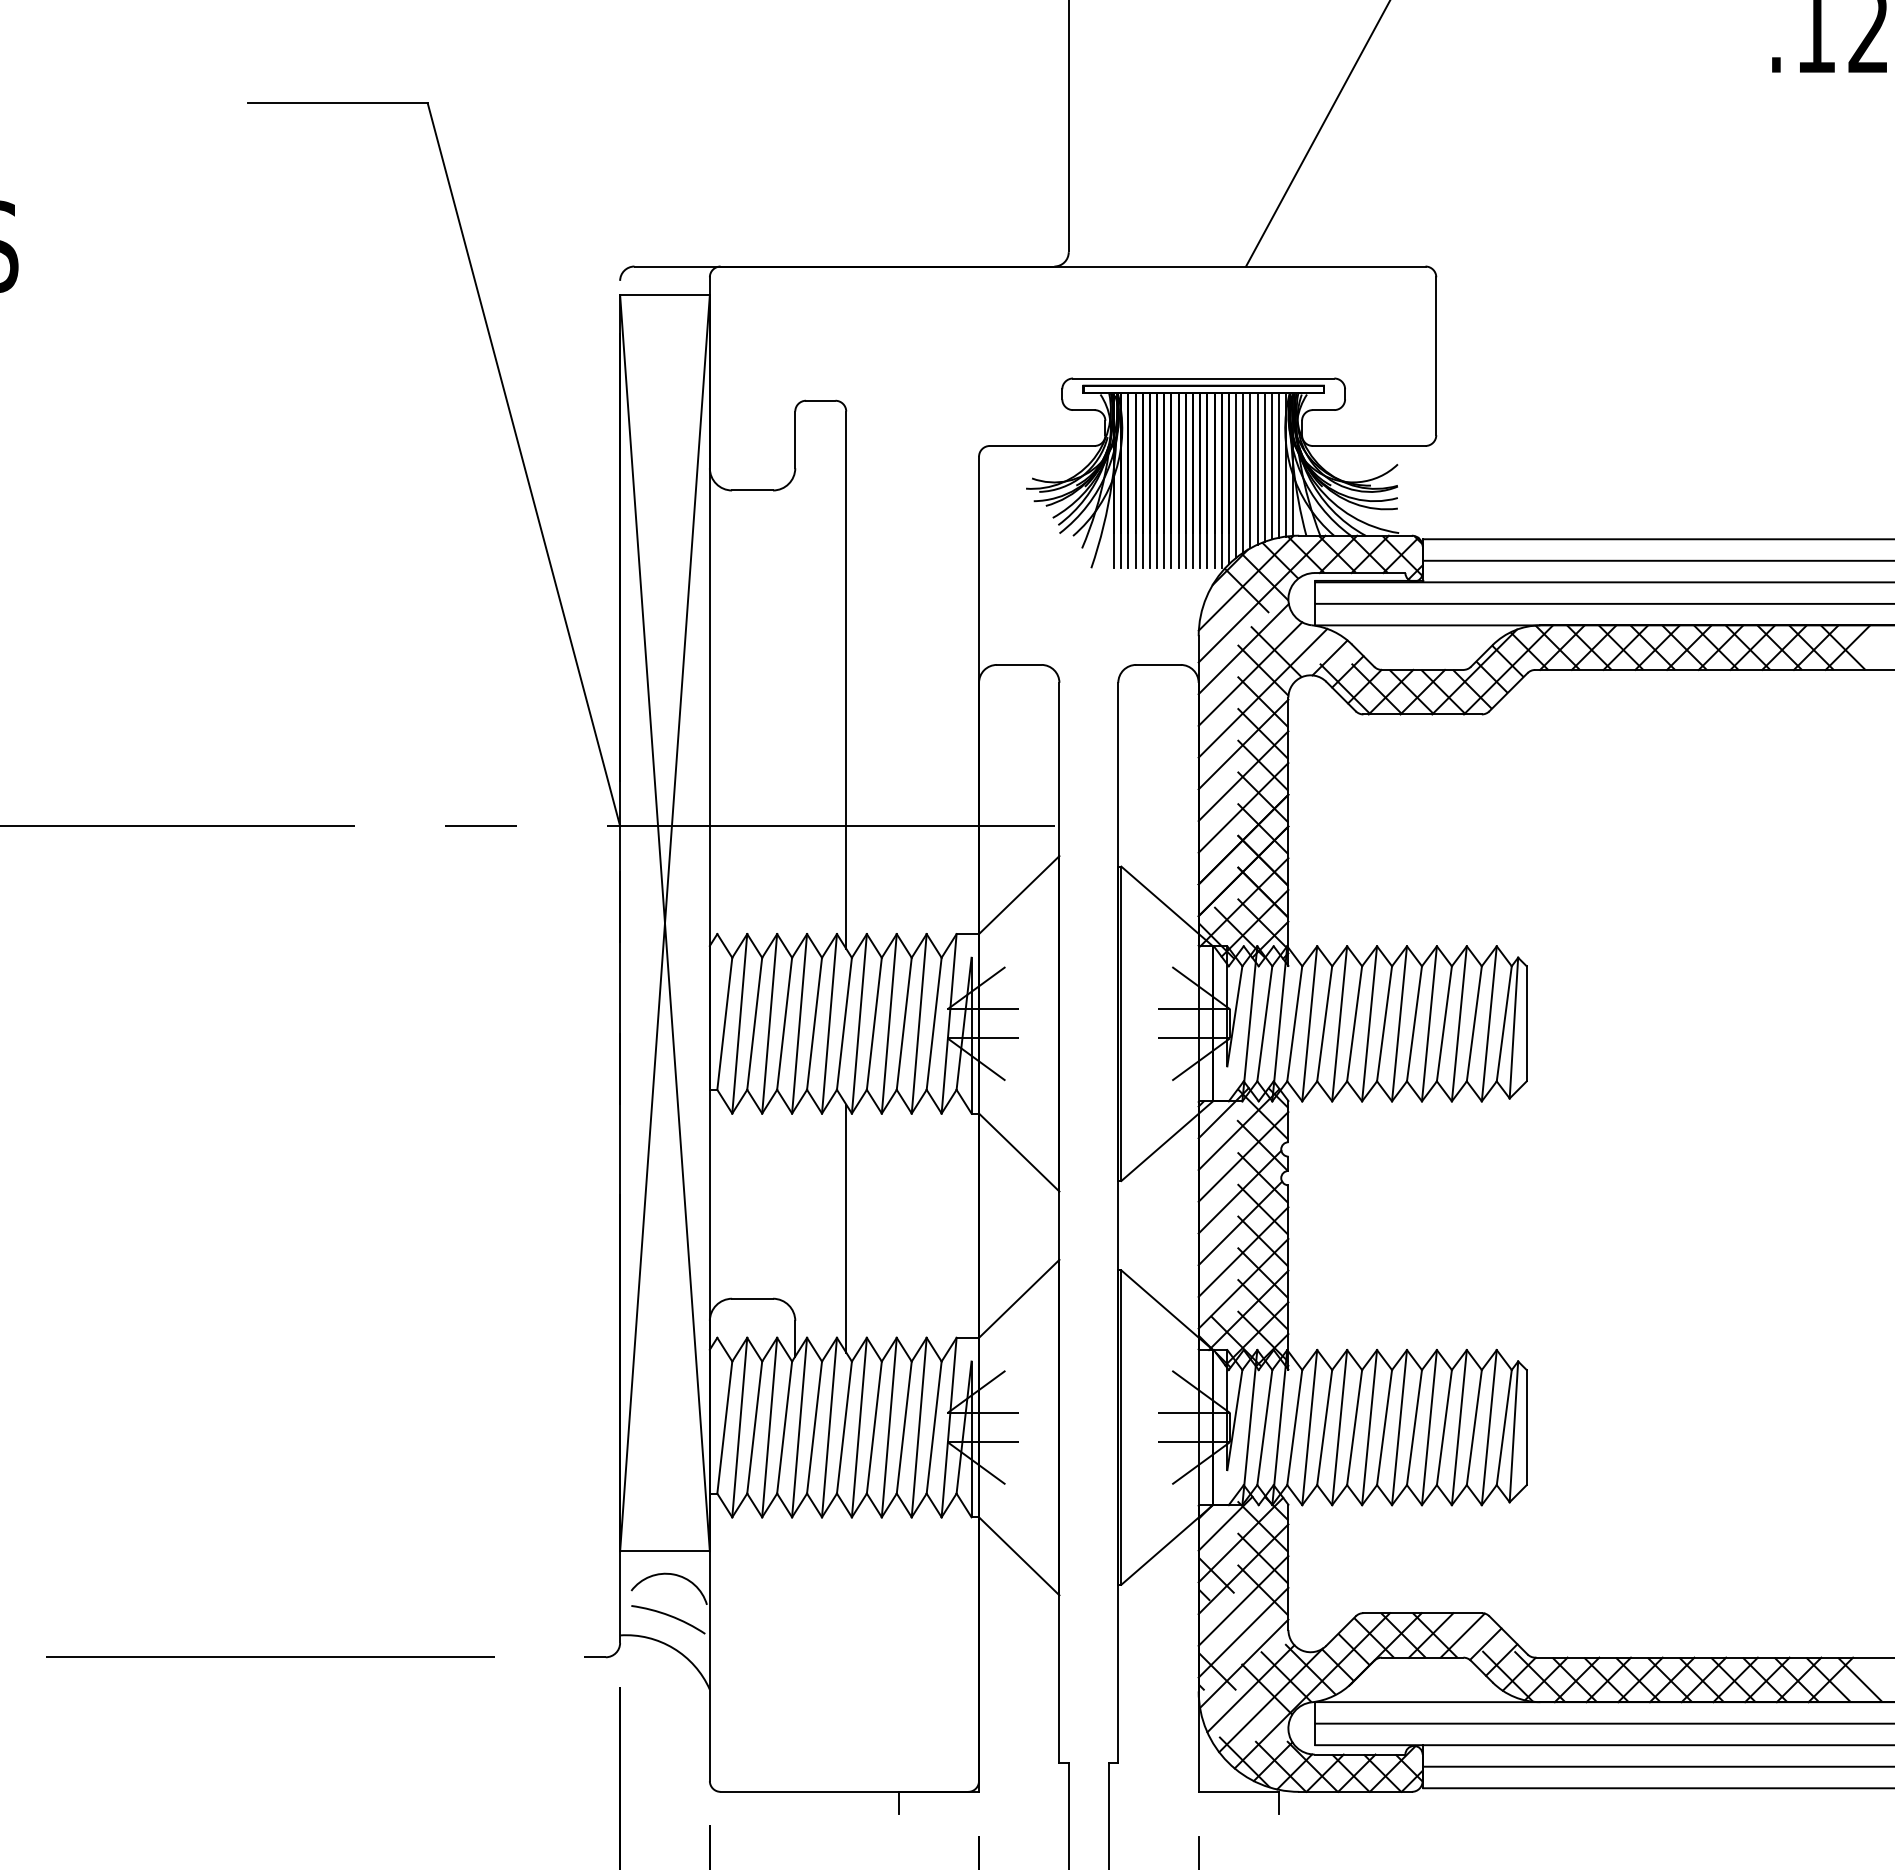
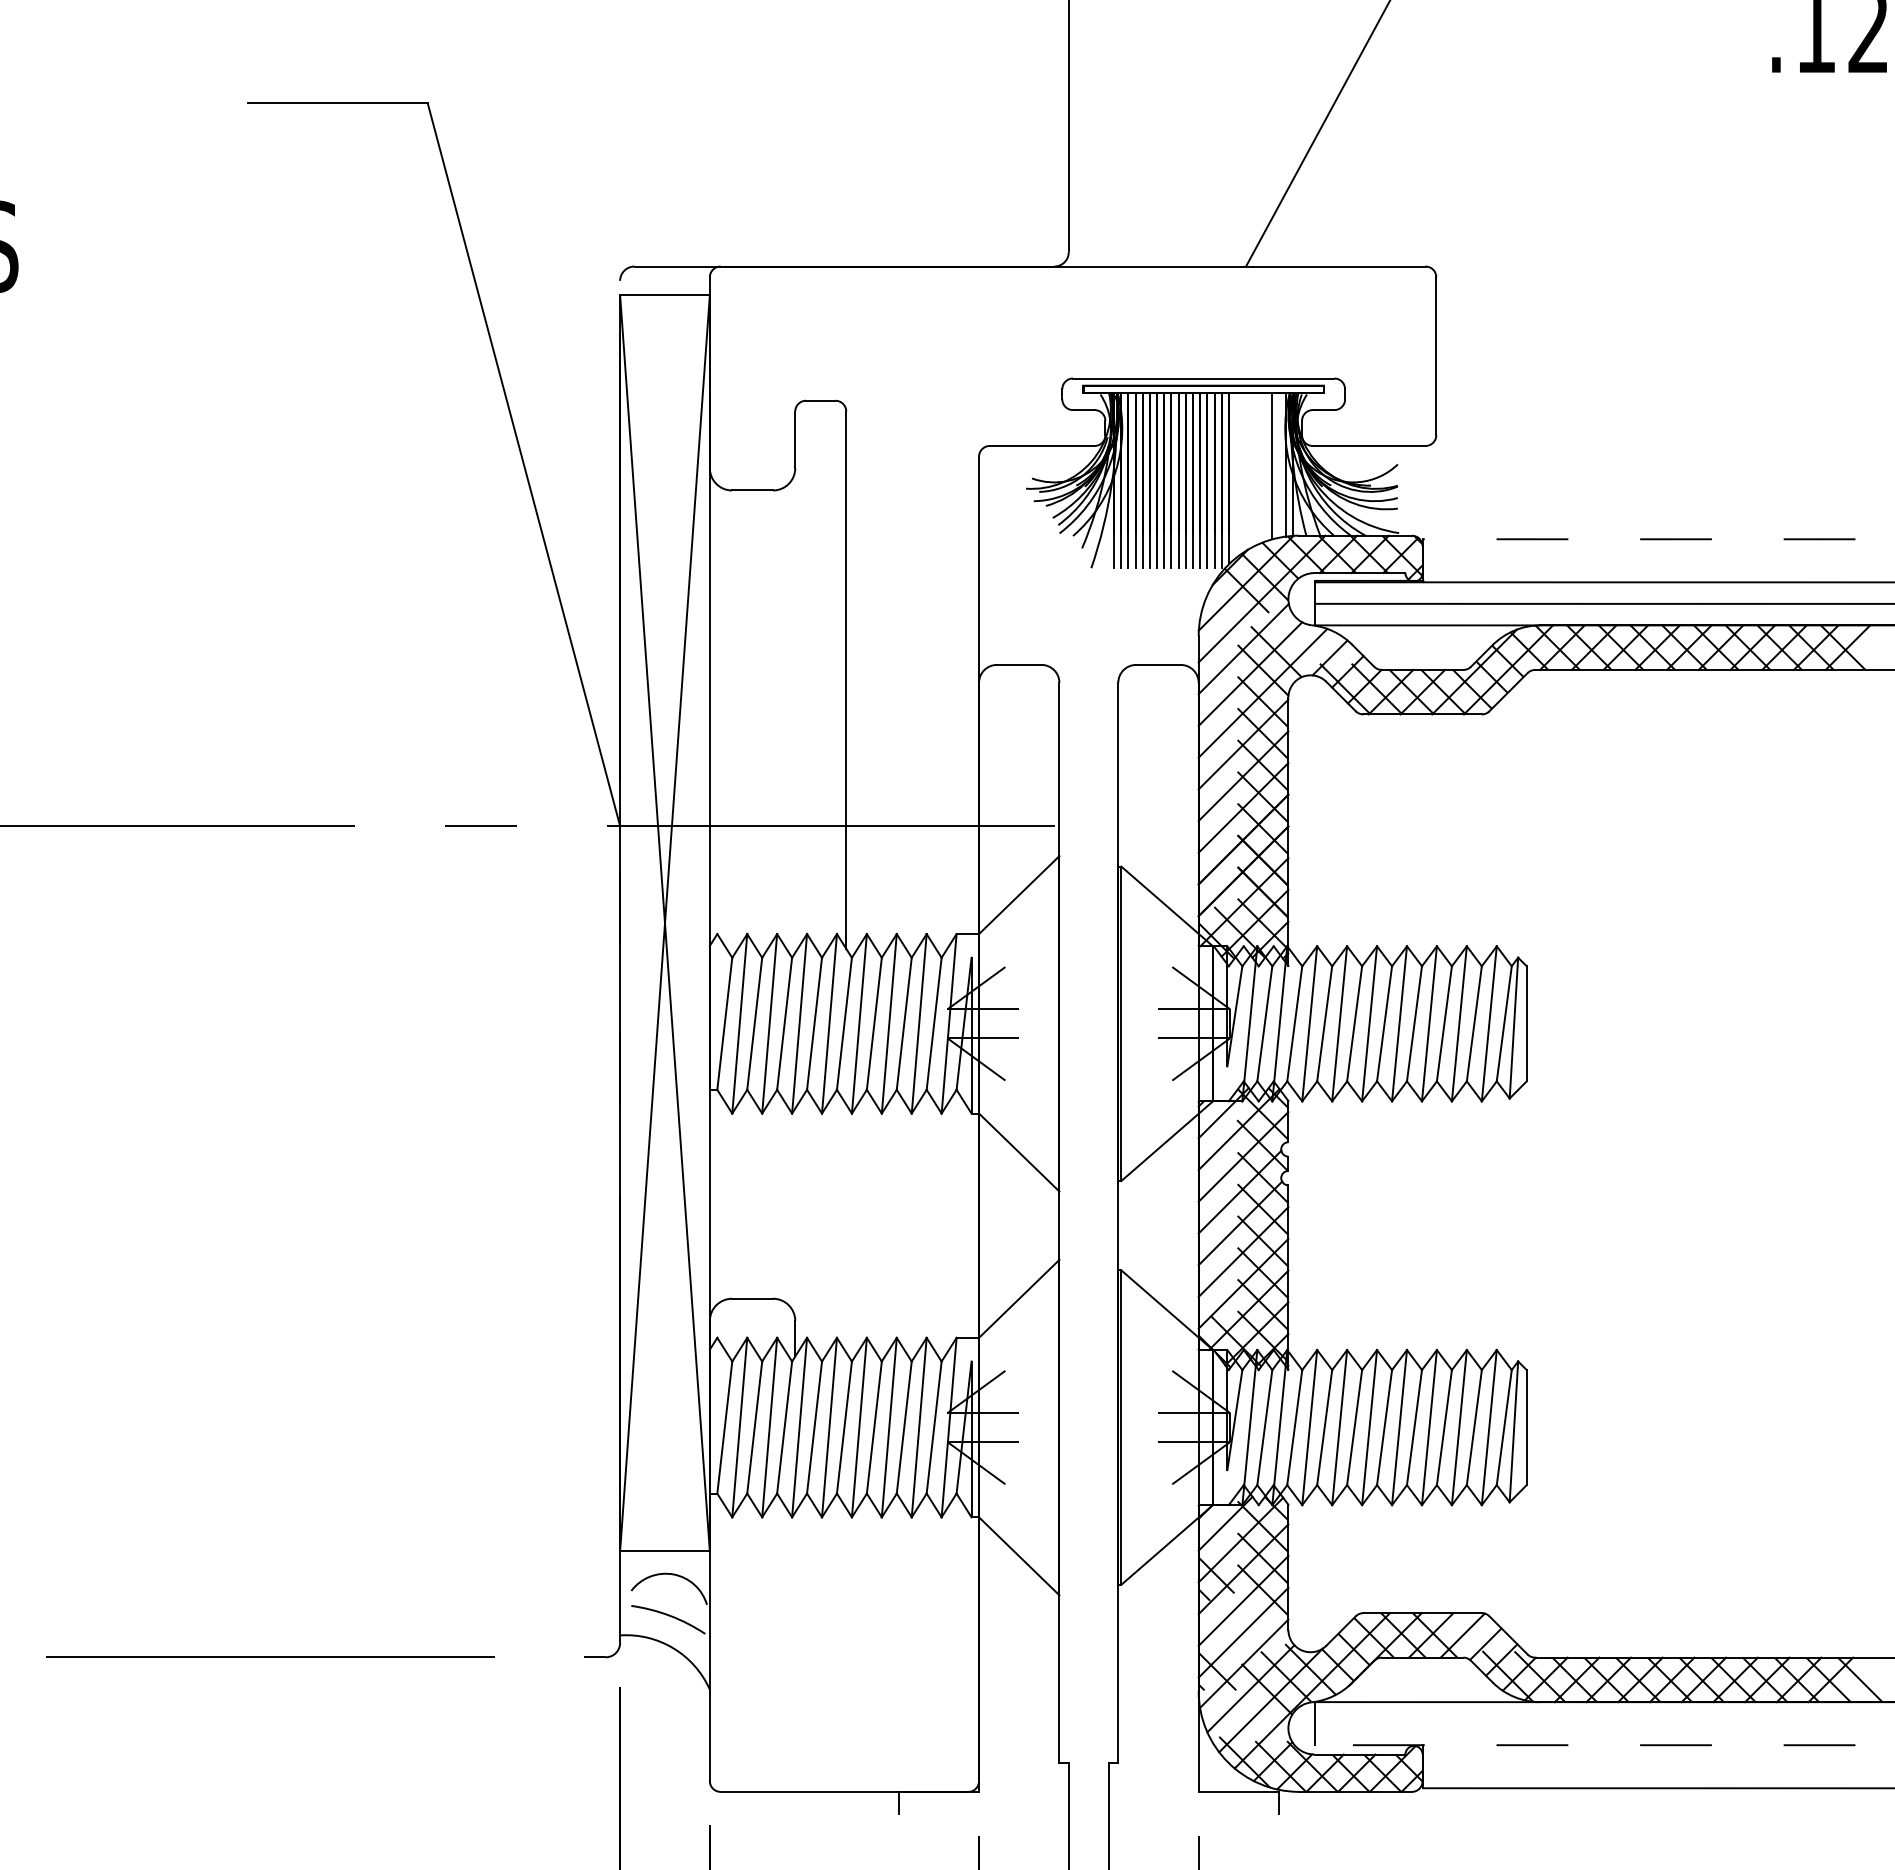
line at (1279, 464): present -> none
line at (1264, 466): present -> none
line at (1257, 468): present -> none
line at (1250, 470): present -> none
line at (1243, 472): present -> none
line at (1236, 475): present -> none
line at (1658, 539): solid -> dashed
line at (1657, 560): present -> none
line at (846, 1228): present -> none
line at (1603, 1723): present -> none
line at (1604, 1745): solid -> dashed
line at (1657, 1766): present -> none
